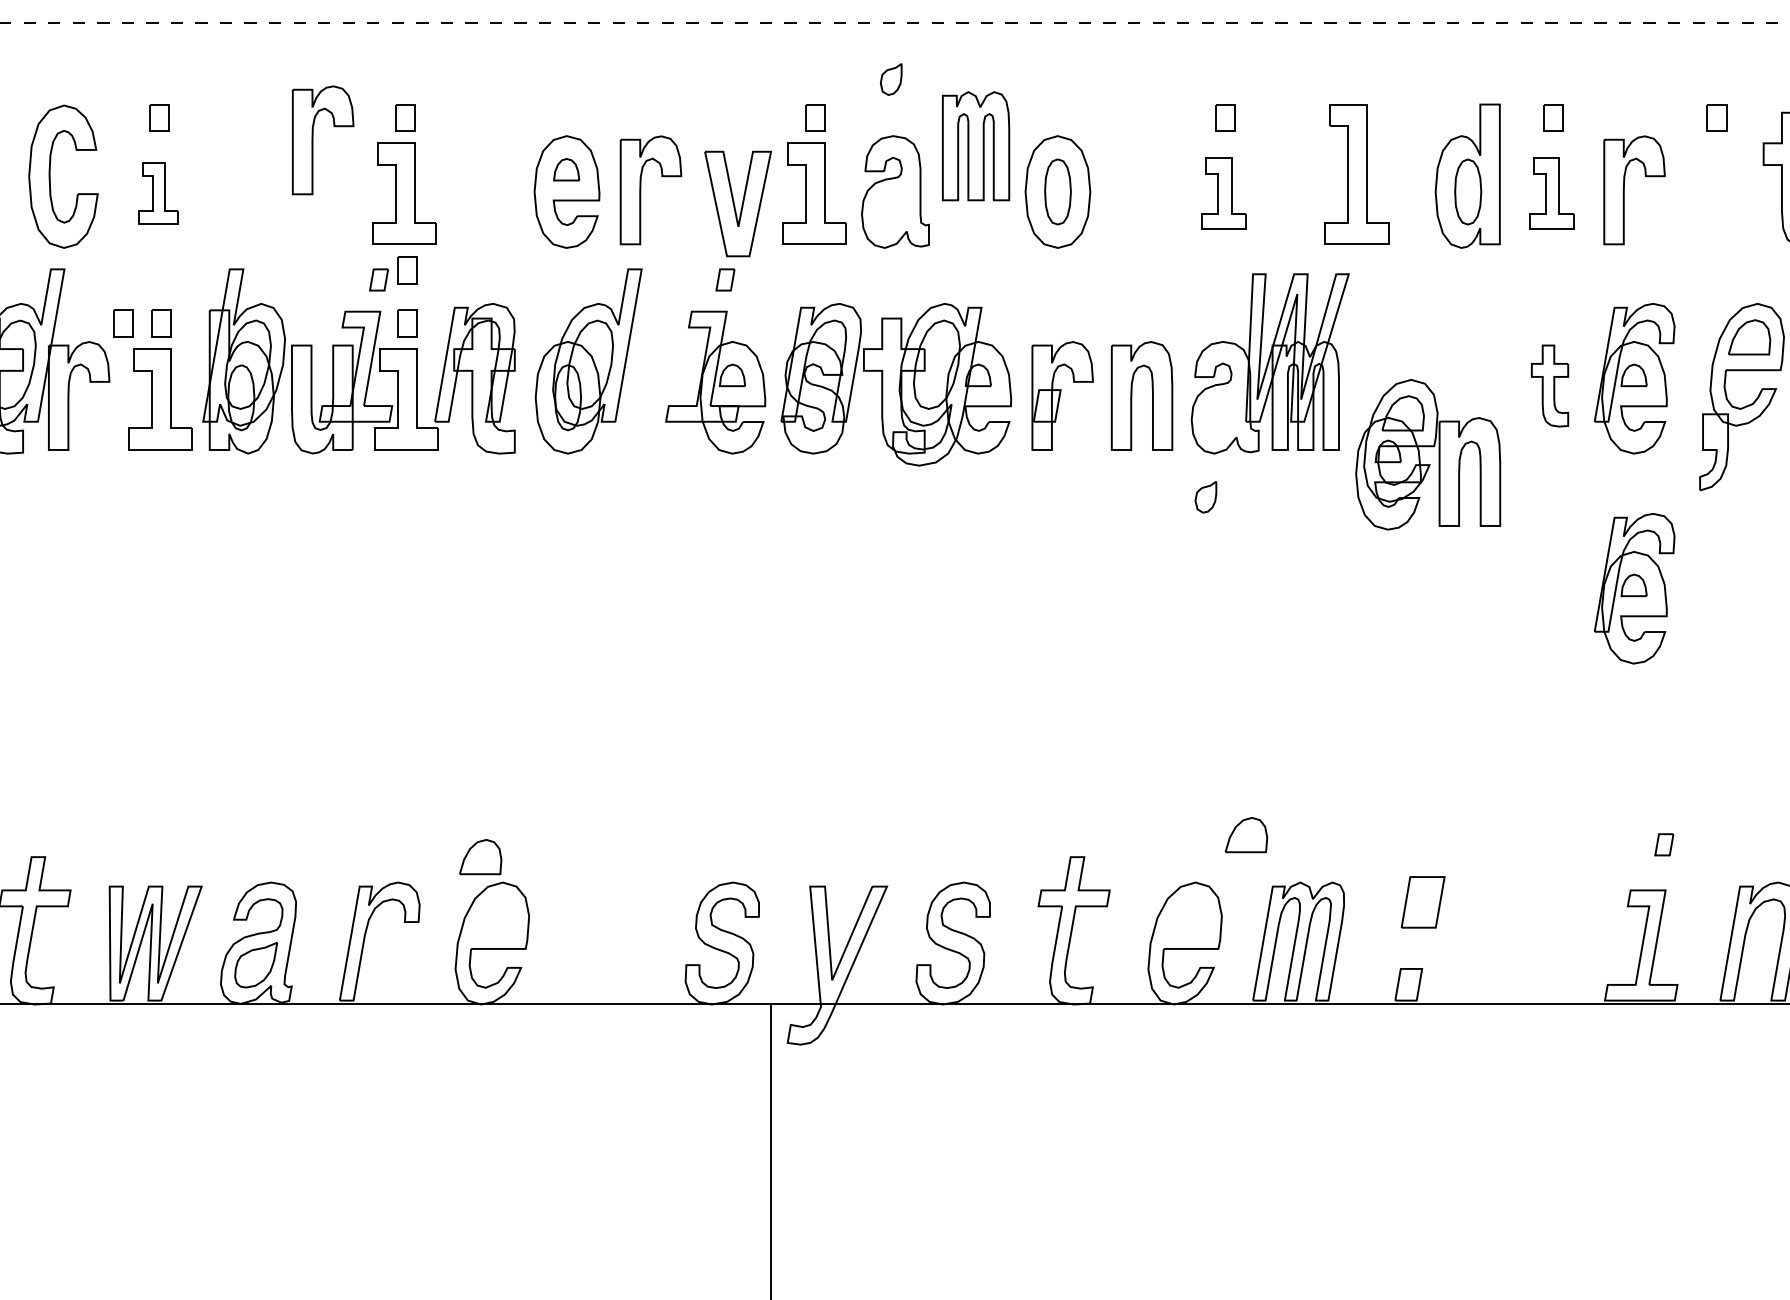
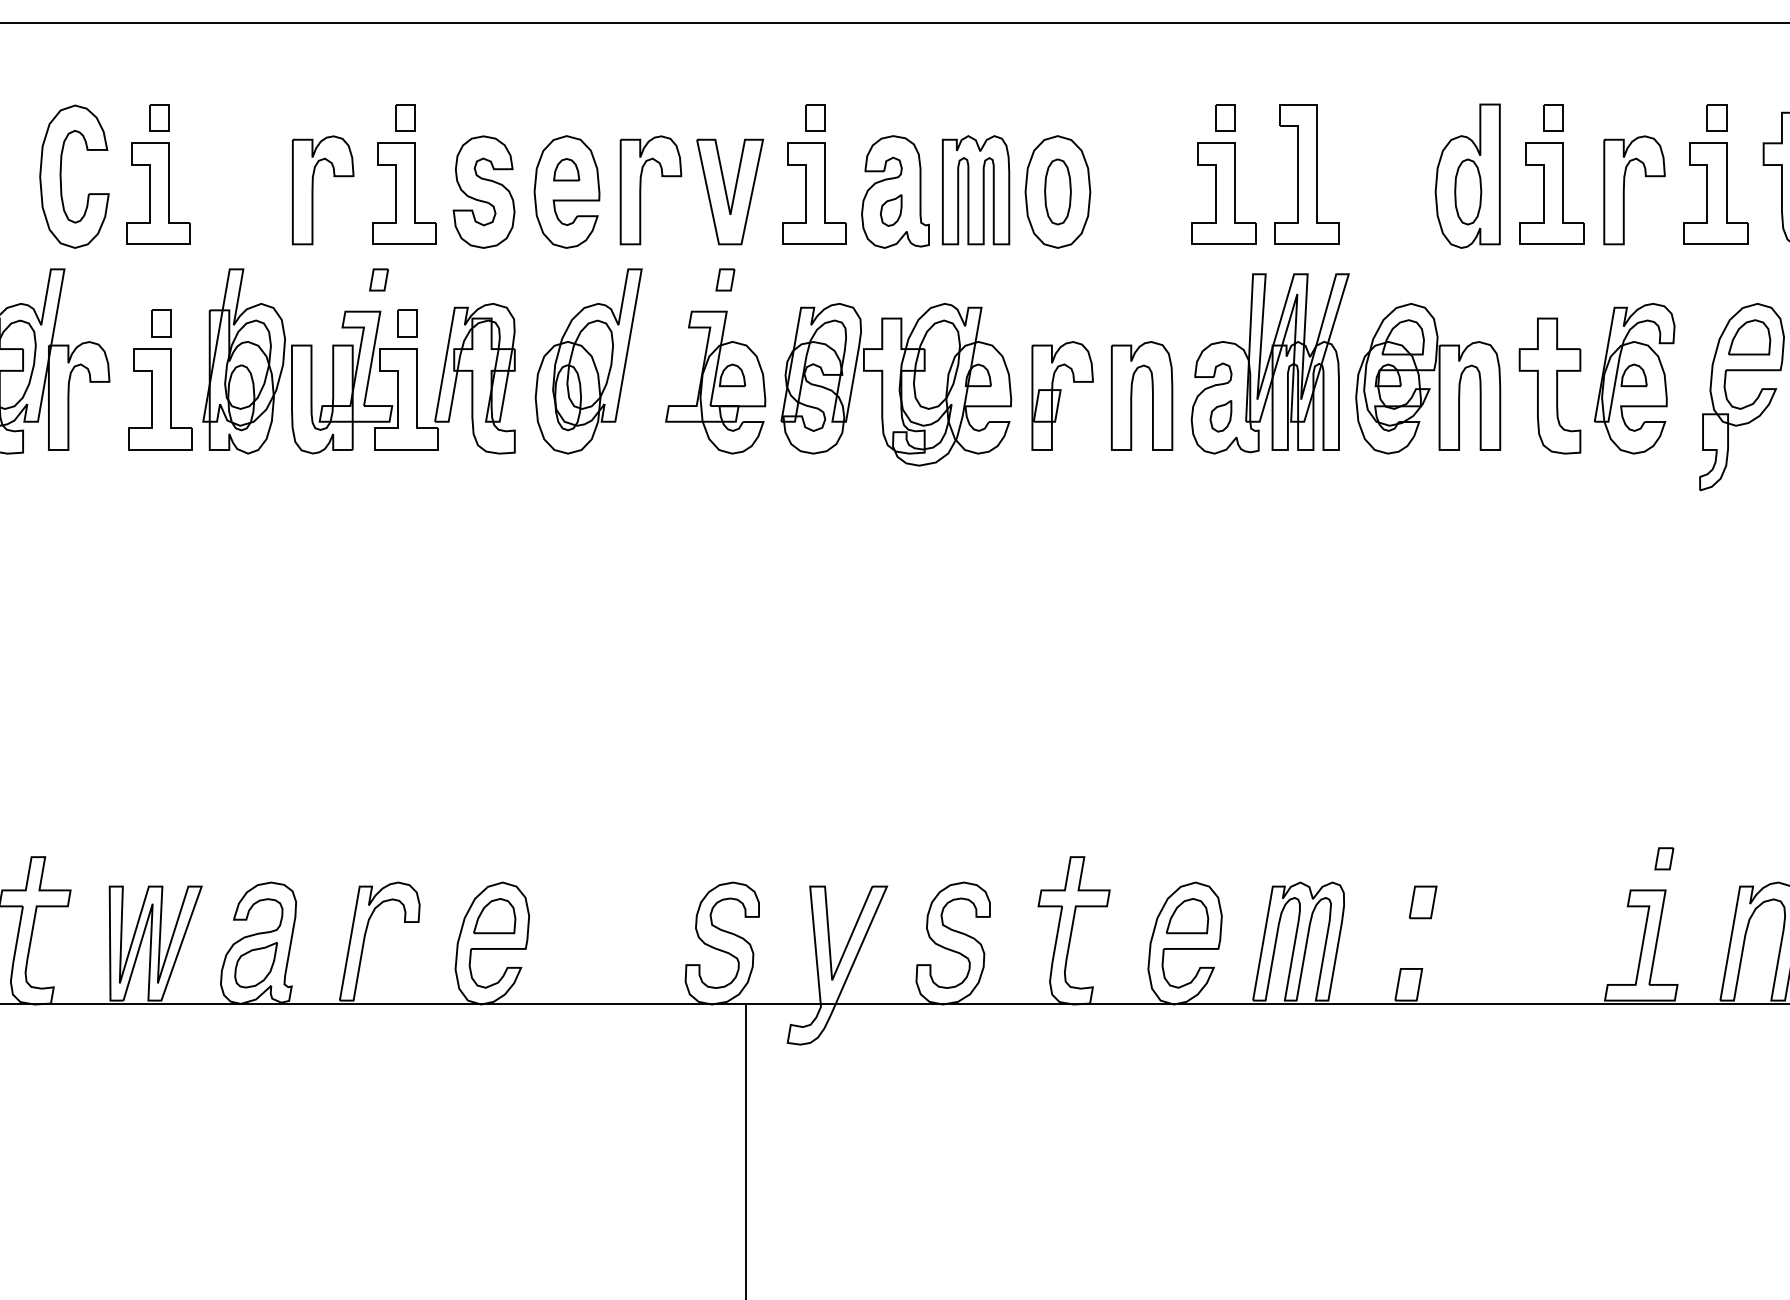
line at (895, 22): dashed -> solid
part at (890, 79) position: (890, 79) -> (890, 210)
part at (313, 140) position: (313, 140) -> (313, 190)
part at (976, 146) position: (976, 146) -> (976, 190)
part at (1356, 174) position: (1356, 174) -> (1306, 174)
part at (50, 176) position: (50, 176) -> (61, 176)
part at (483, 191): none -> present
part at (158, 193) size: 41x63 px -> 65x103 px
part at (1223, 193) size: 46x73 px -> 66x103 px
part at (1551, 193) size: 46x73 px -> 66x103 px
part at (1715, 193): none -> present
part at (737, 203) position: (737, 203) -> (729, 191)
part at (407, 270): present -> none
part at (123, 323): present -> none
part at (1550, 385) size: 39x84 px -> 64x138 px
part at (1428, 447) position: (1428, 447) -> (1428, 371)
part at (1205, 497) position: (1205, 497) -> (1220, 416)
part at (1634, 588): present -> none
part at (1246, 835) position: (1246, 835) -> (1187, 916)
part at (1664, 844) position: (1664, 844) -> (1664, 858)
part at (480, 857) position: (480, 857) -> (494, 916)
part at (1422, 902) size: 46x53 px -> 30x35 px
line at (771, 1150) position: (771, 1150) -> (746, 1150)
